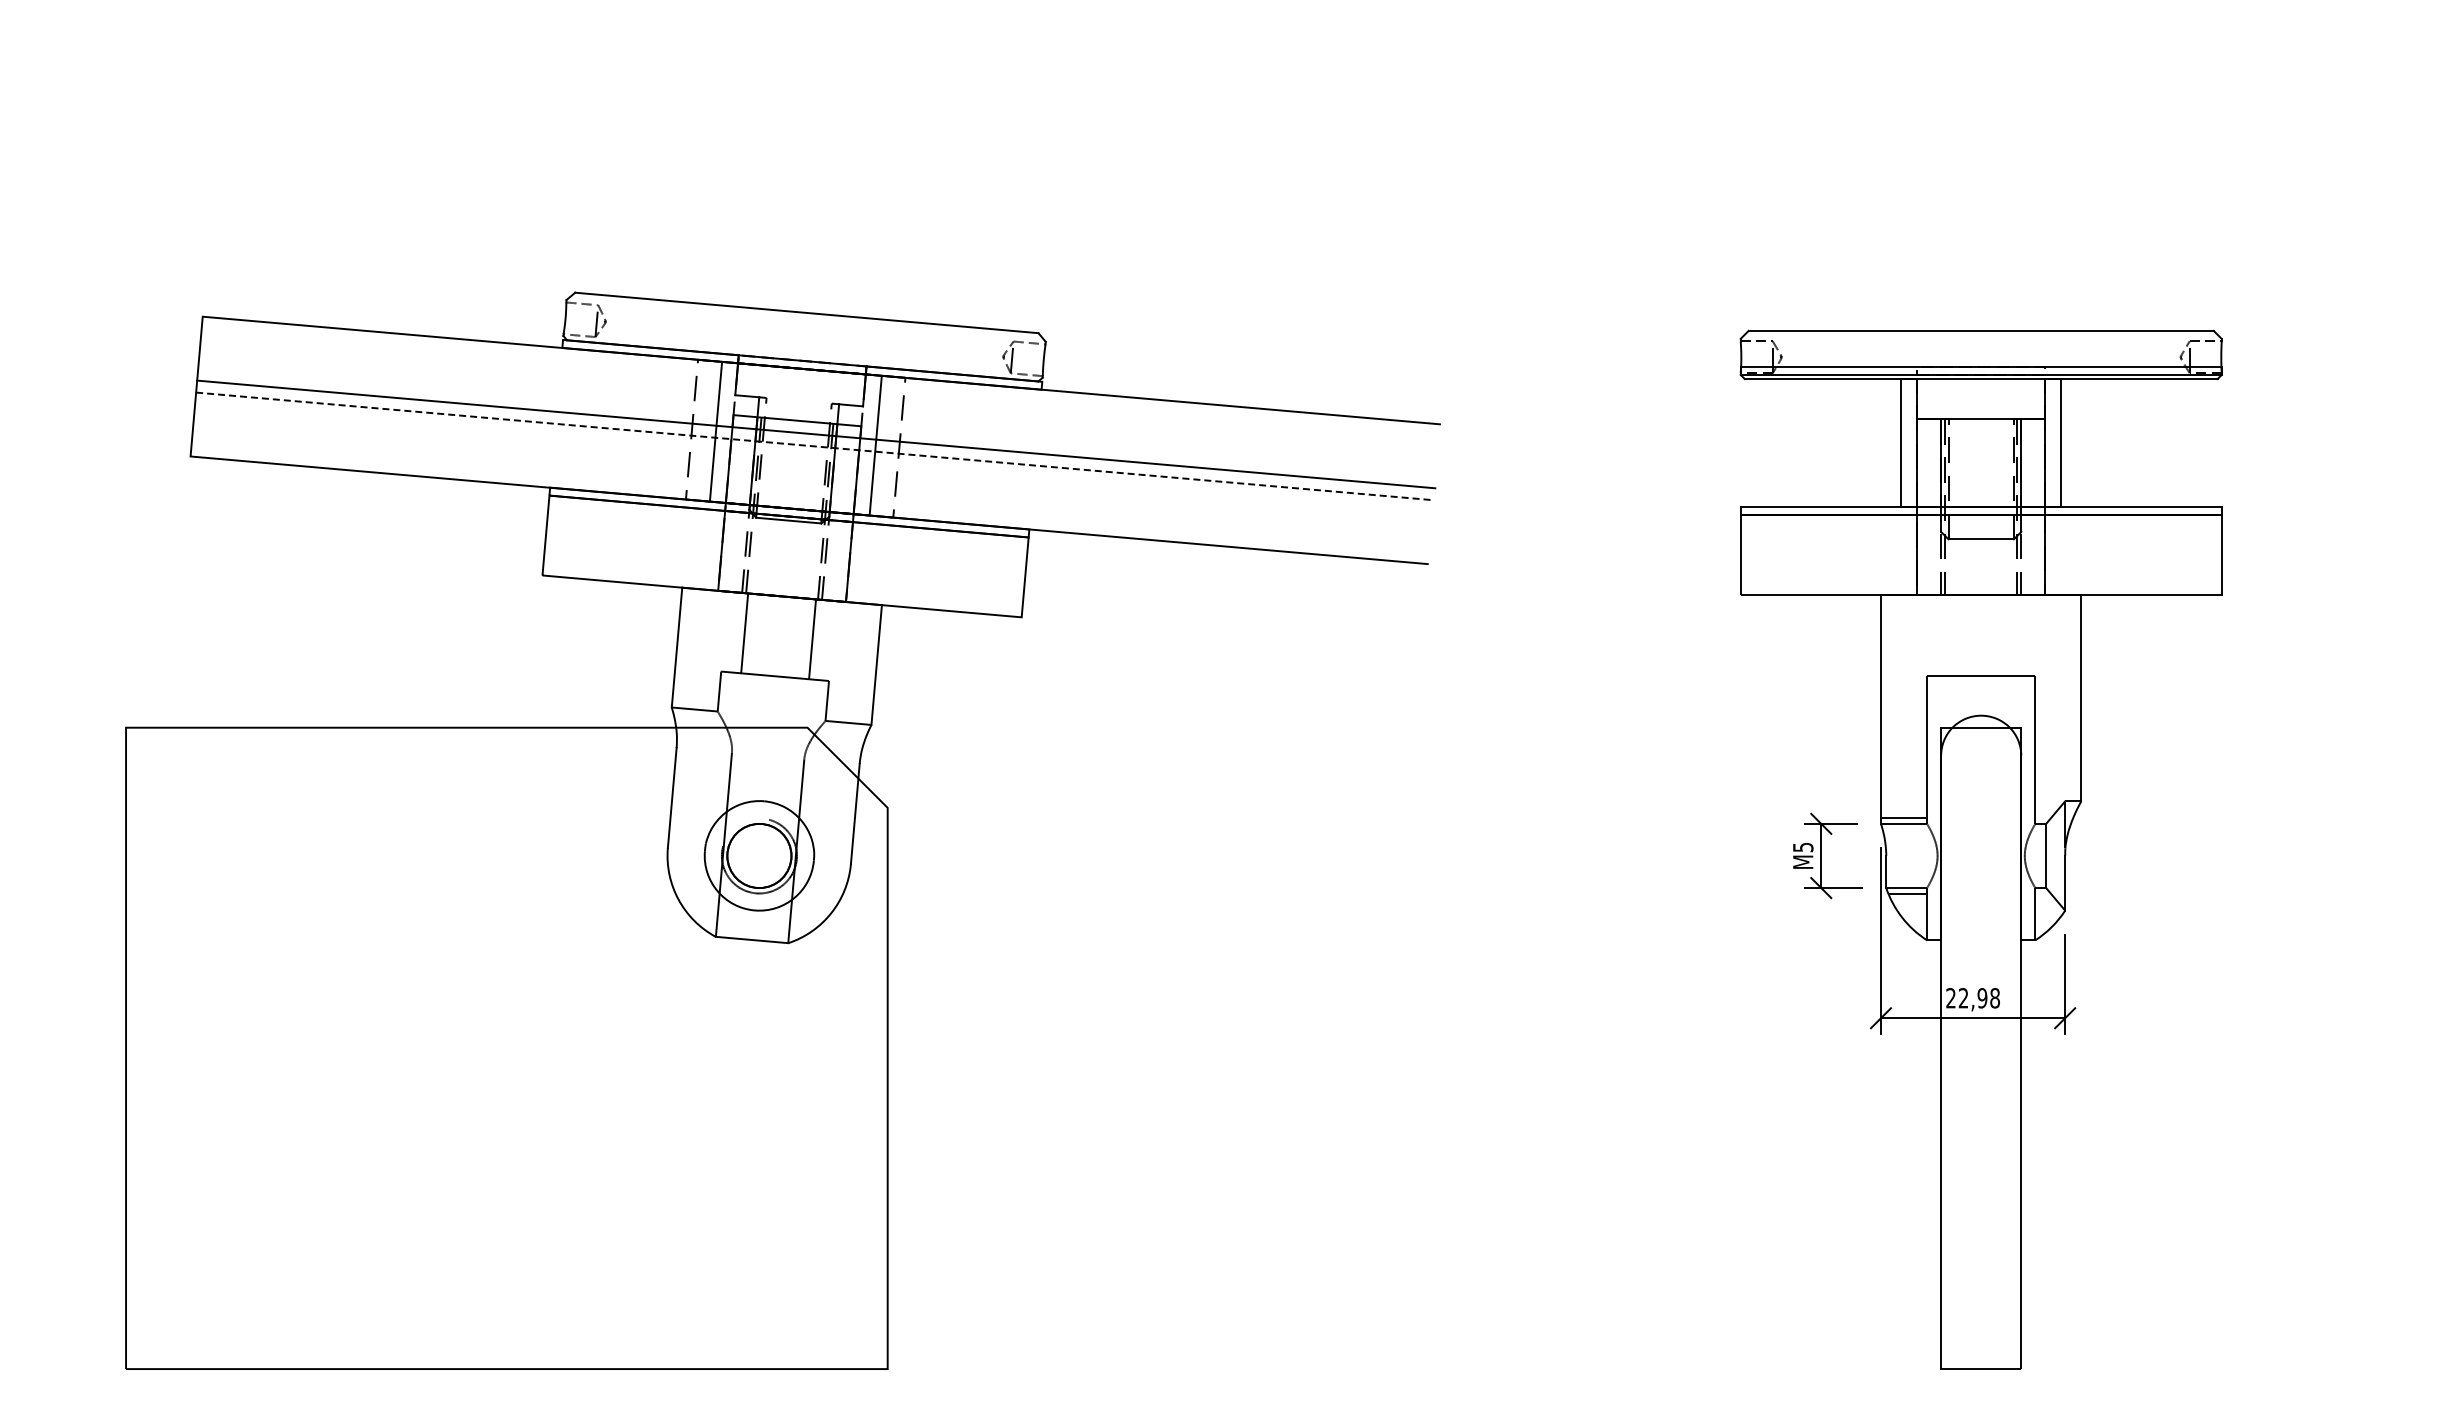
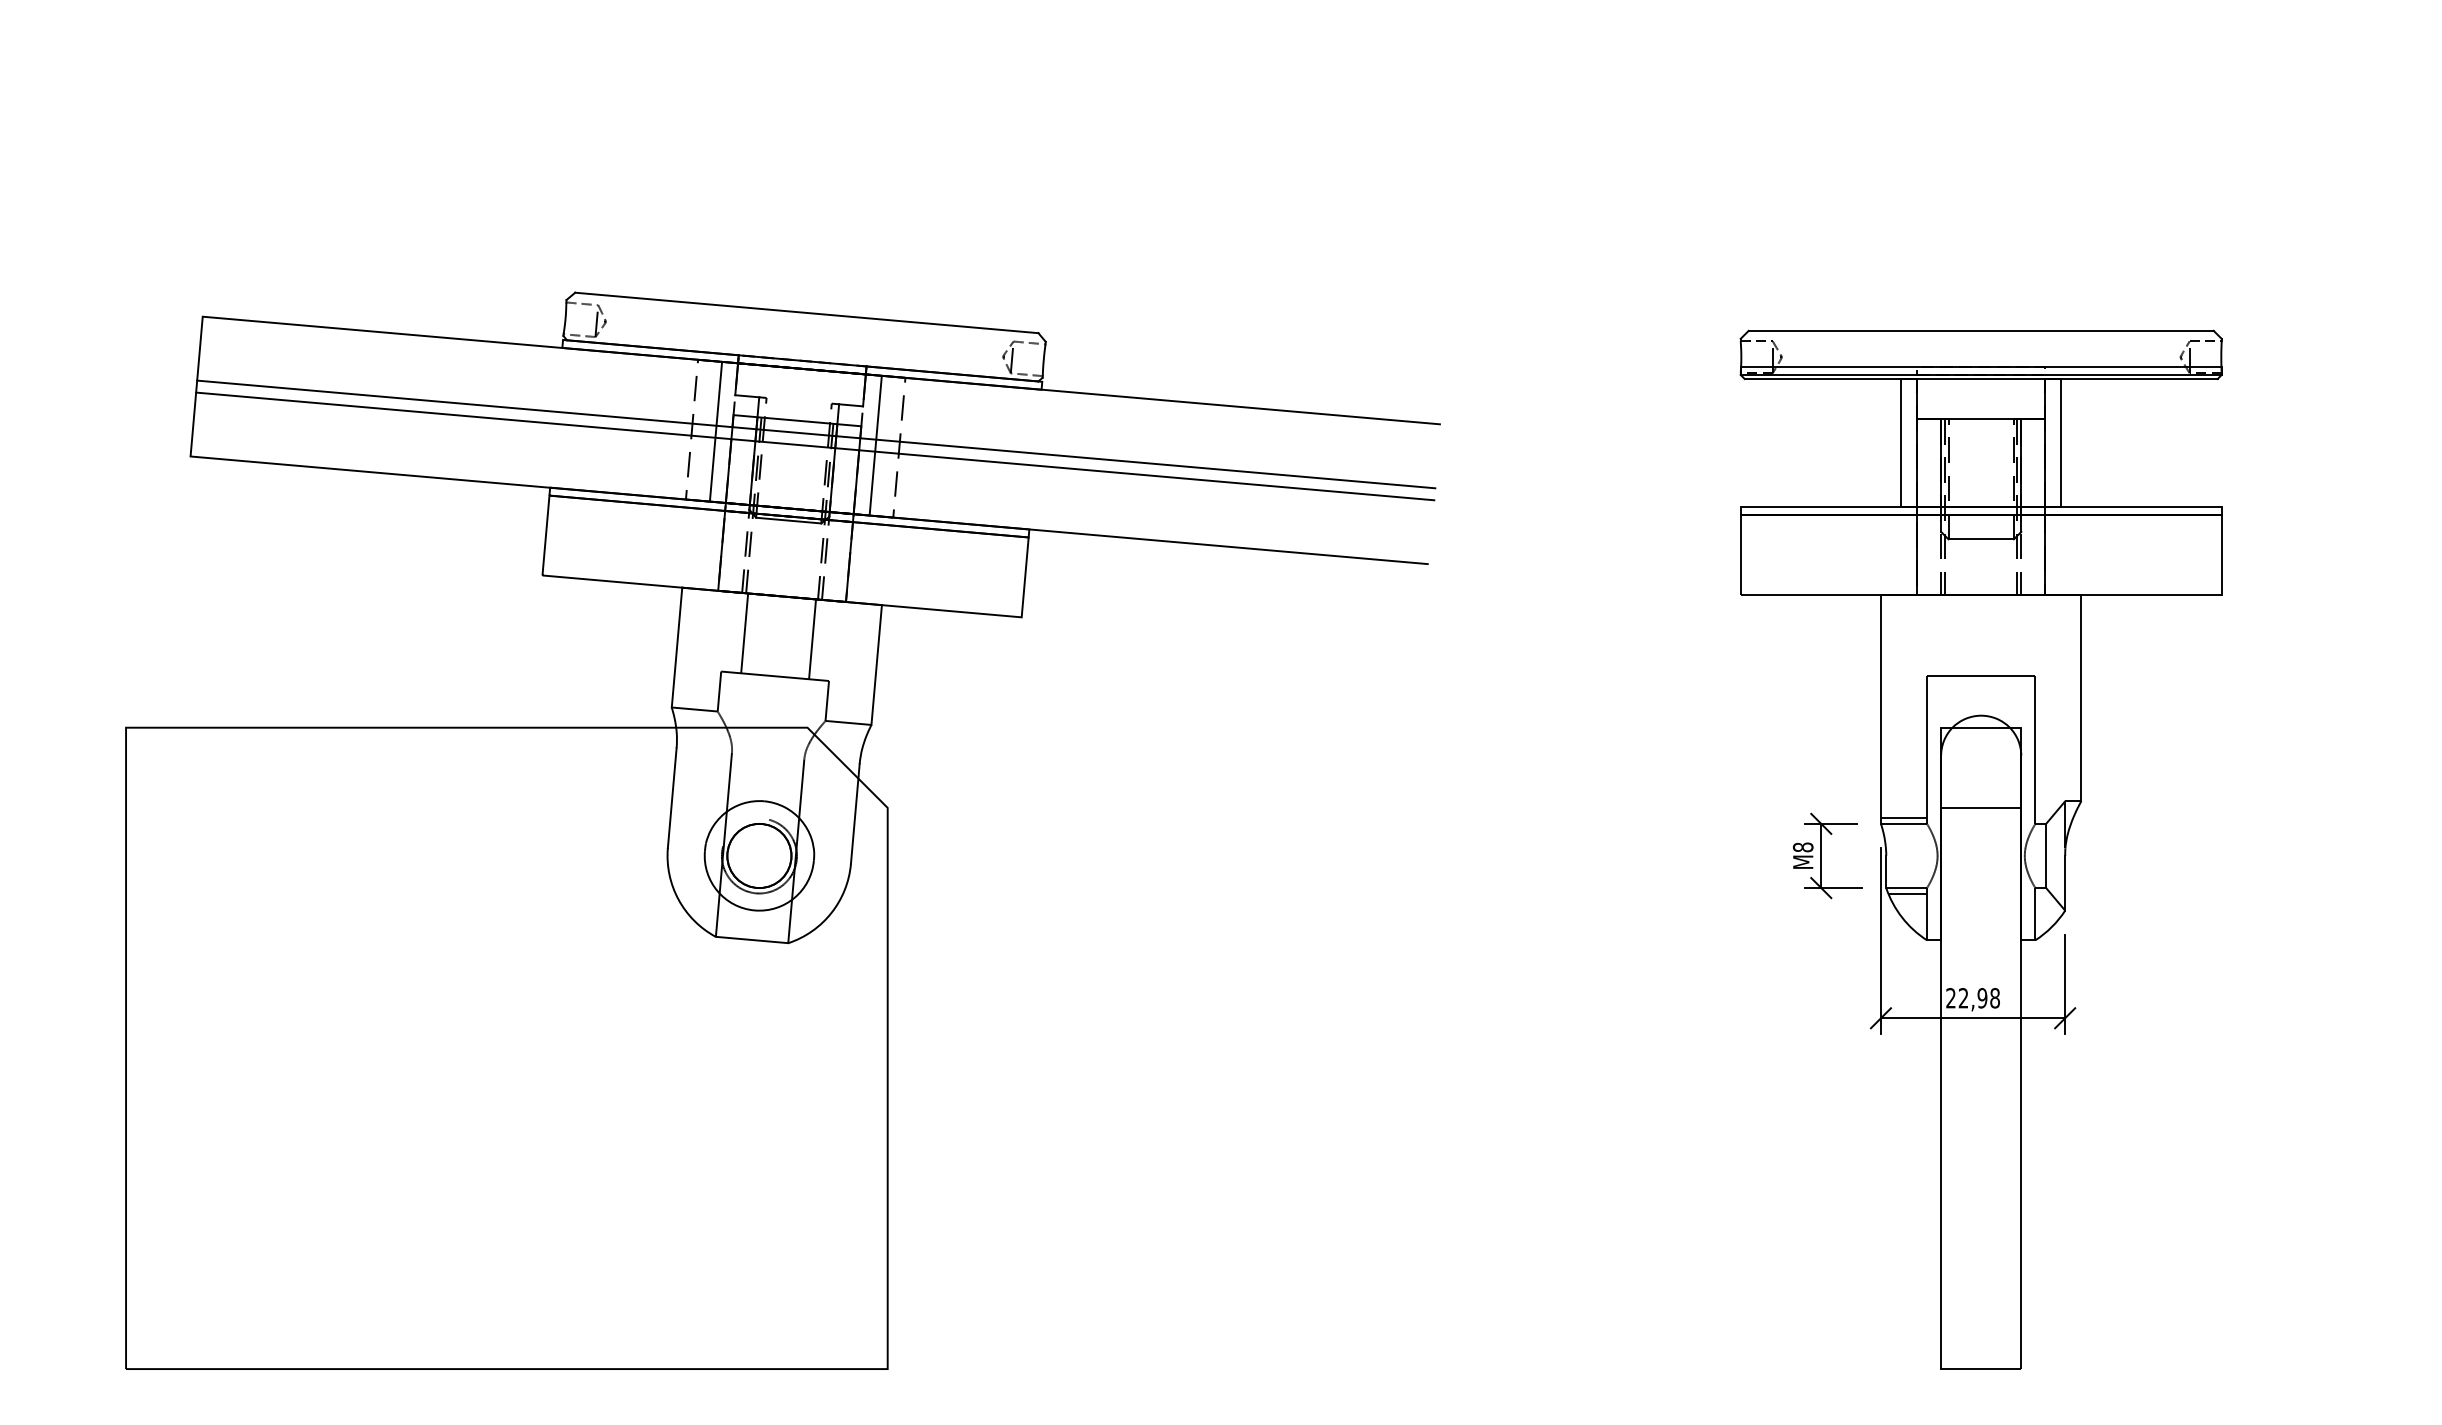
line at (815, 446): dashed -> solid
line at (1981, 807): none -> present
text at (1802, 847): M5 -> M8
